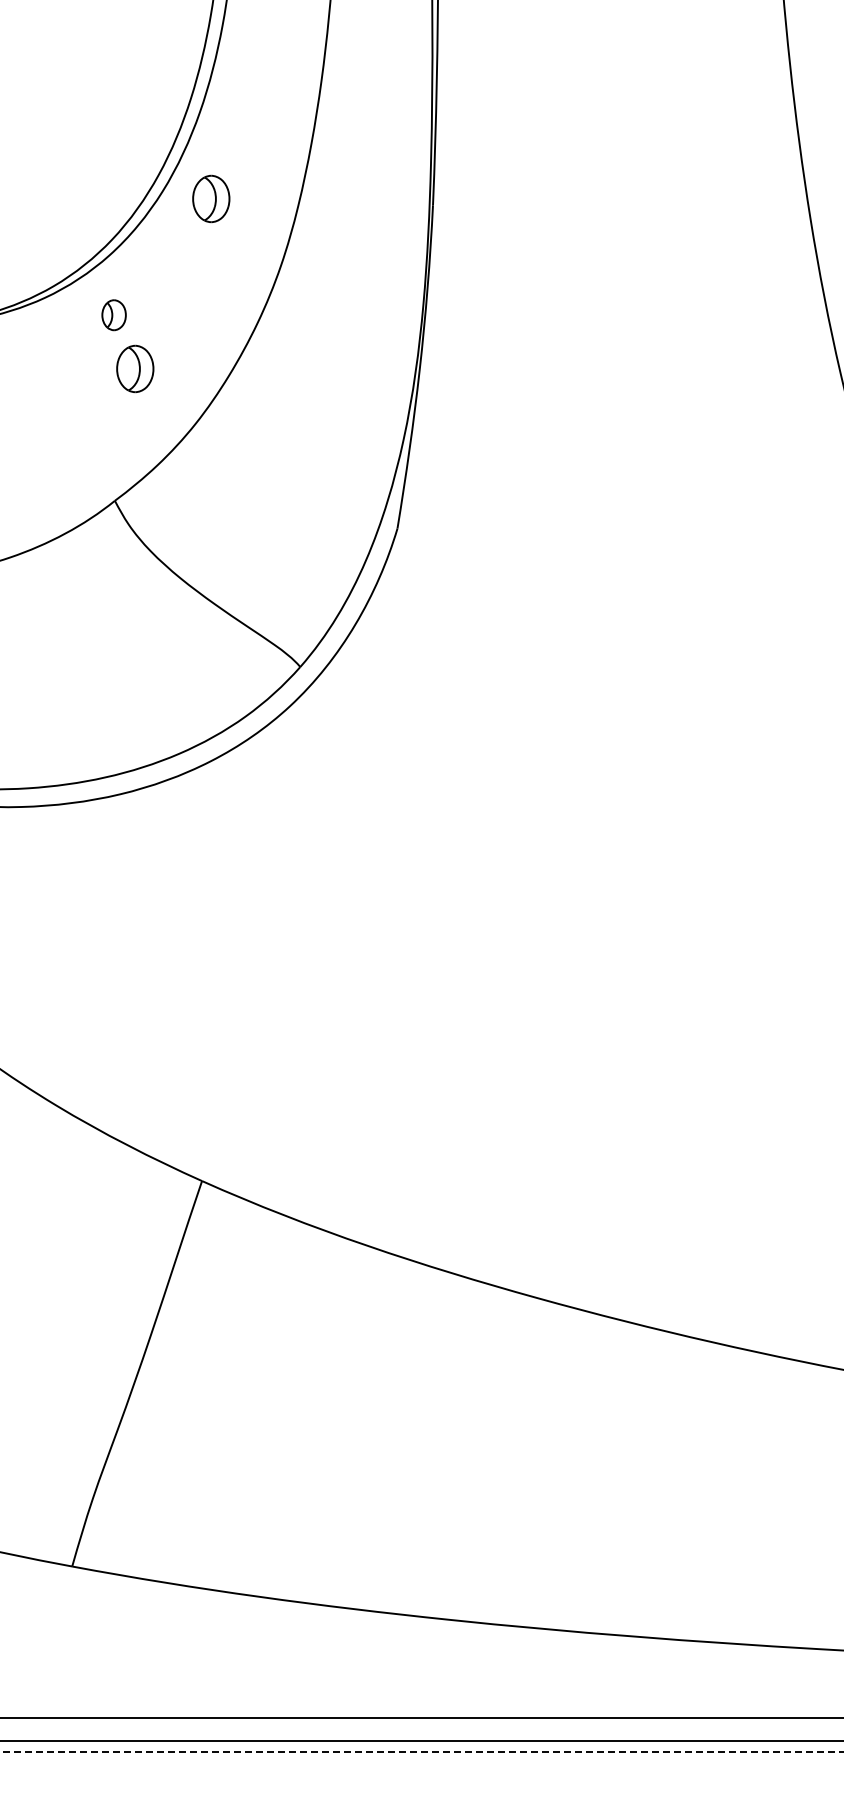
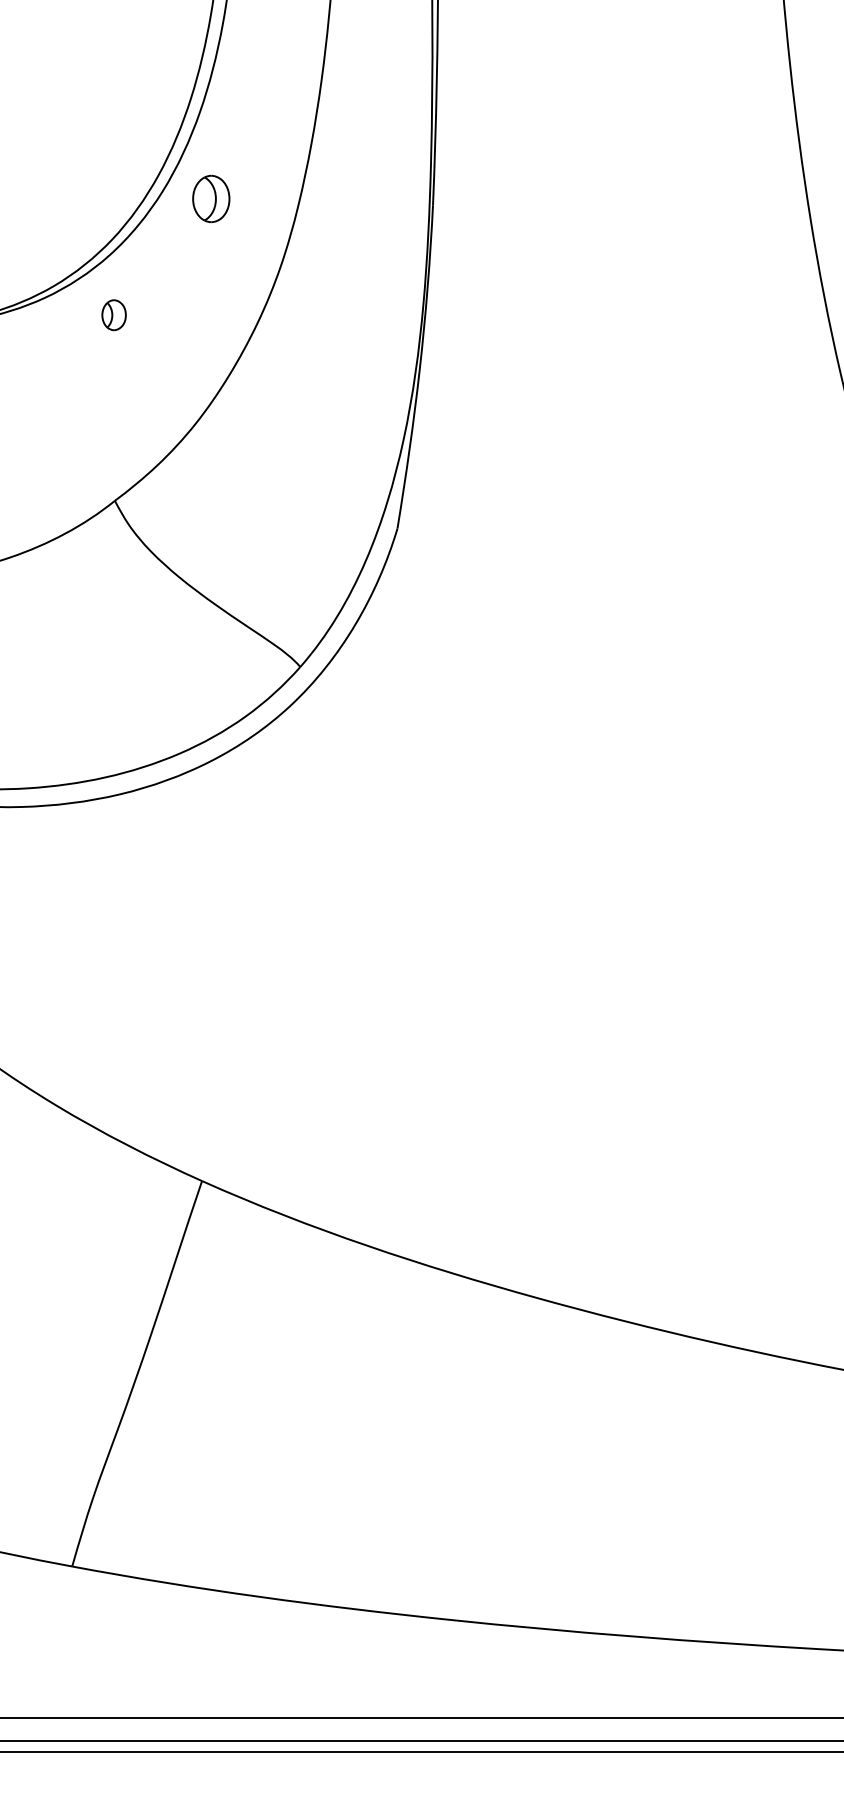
part at (135, 368): present -> none
line at (422, 1751): dashed -> solid
